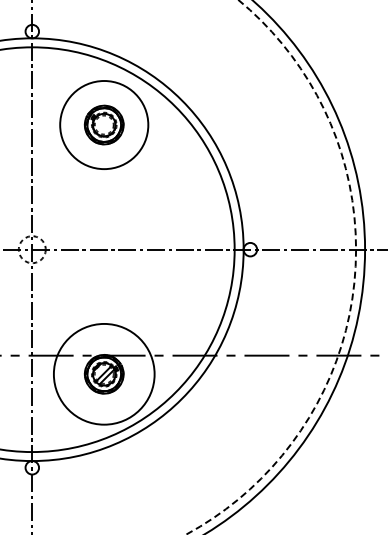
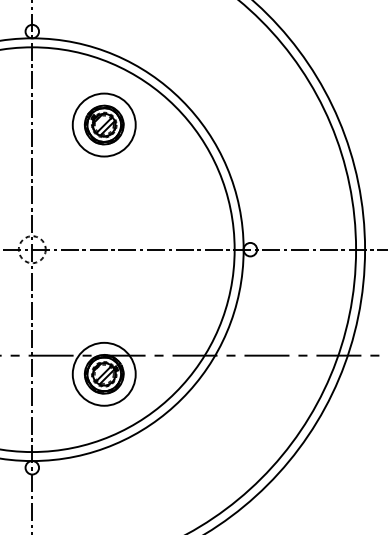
hatch at (103, 124): none -> present
circle at (104, 125) diameter: 88 px -> 63 px
circle at (270, 267): dashed -> solid
circle at (103, 373) diameter: 101 px -> 63 px
